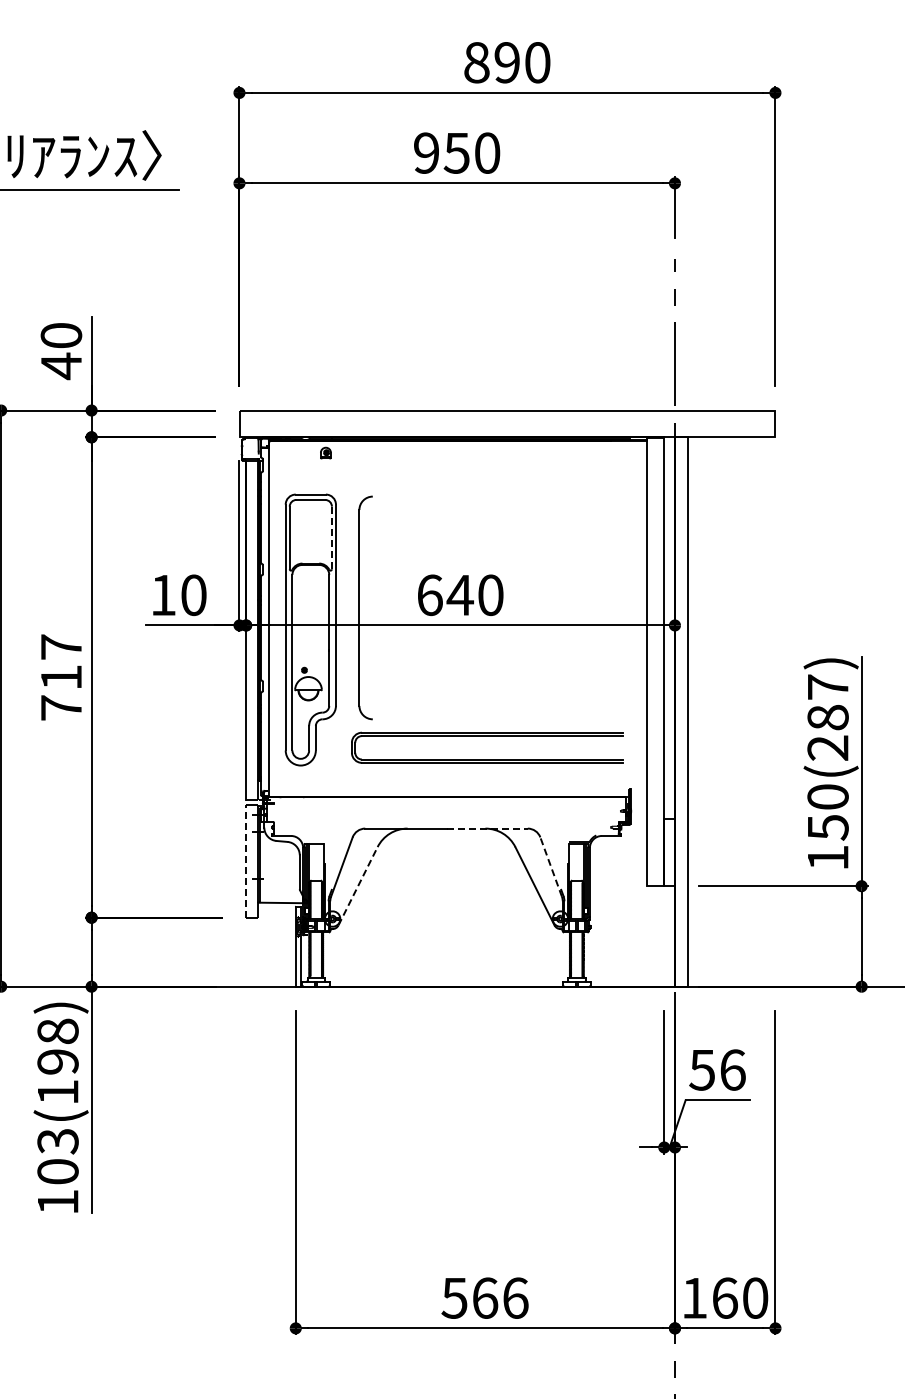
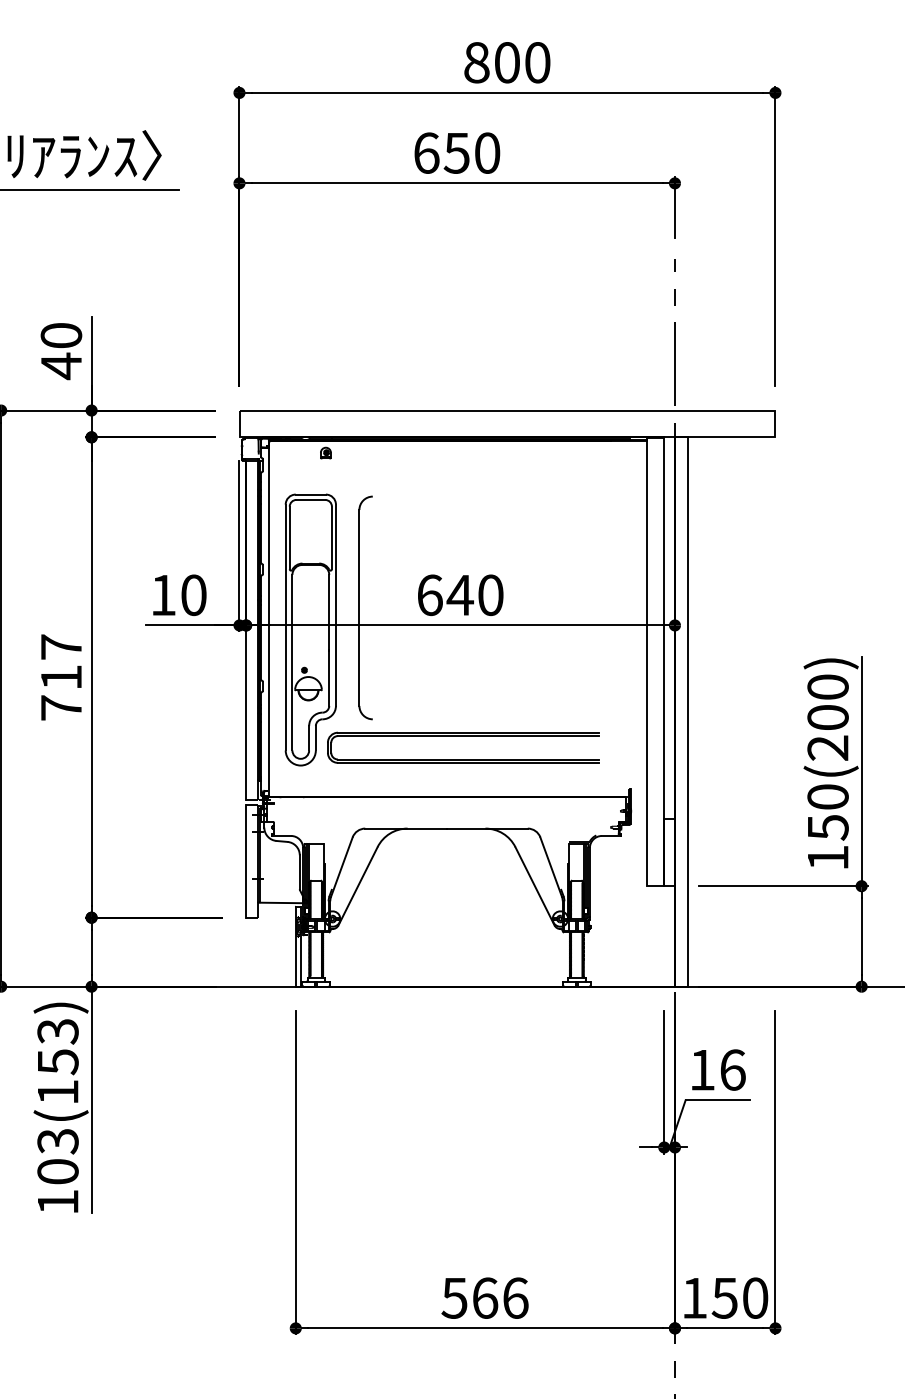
text at (506, 62): 890 -> 800
text at (426, 152): 950 -> 650
line at (331, 538): dashed -> solid
text at (827, 702): 150(287) -> 150(200)
part at (487, 736) position: (487, 736) -> (463, 736)
line at (487, 828): dashed -> solid
line at (246, 860): dashed -> solid
line at (551, 867): dashed -> solid
line at (358, 886): dashed -> solid
text at (57, 1046): 103(198) -> 103(153)
text at (701, 1070): 56 -> 16
text at (724, 1297): 160 -> 150
